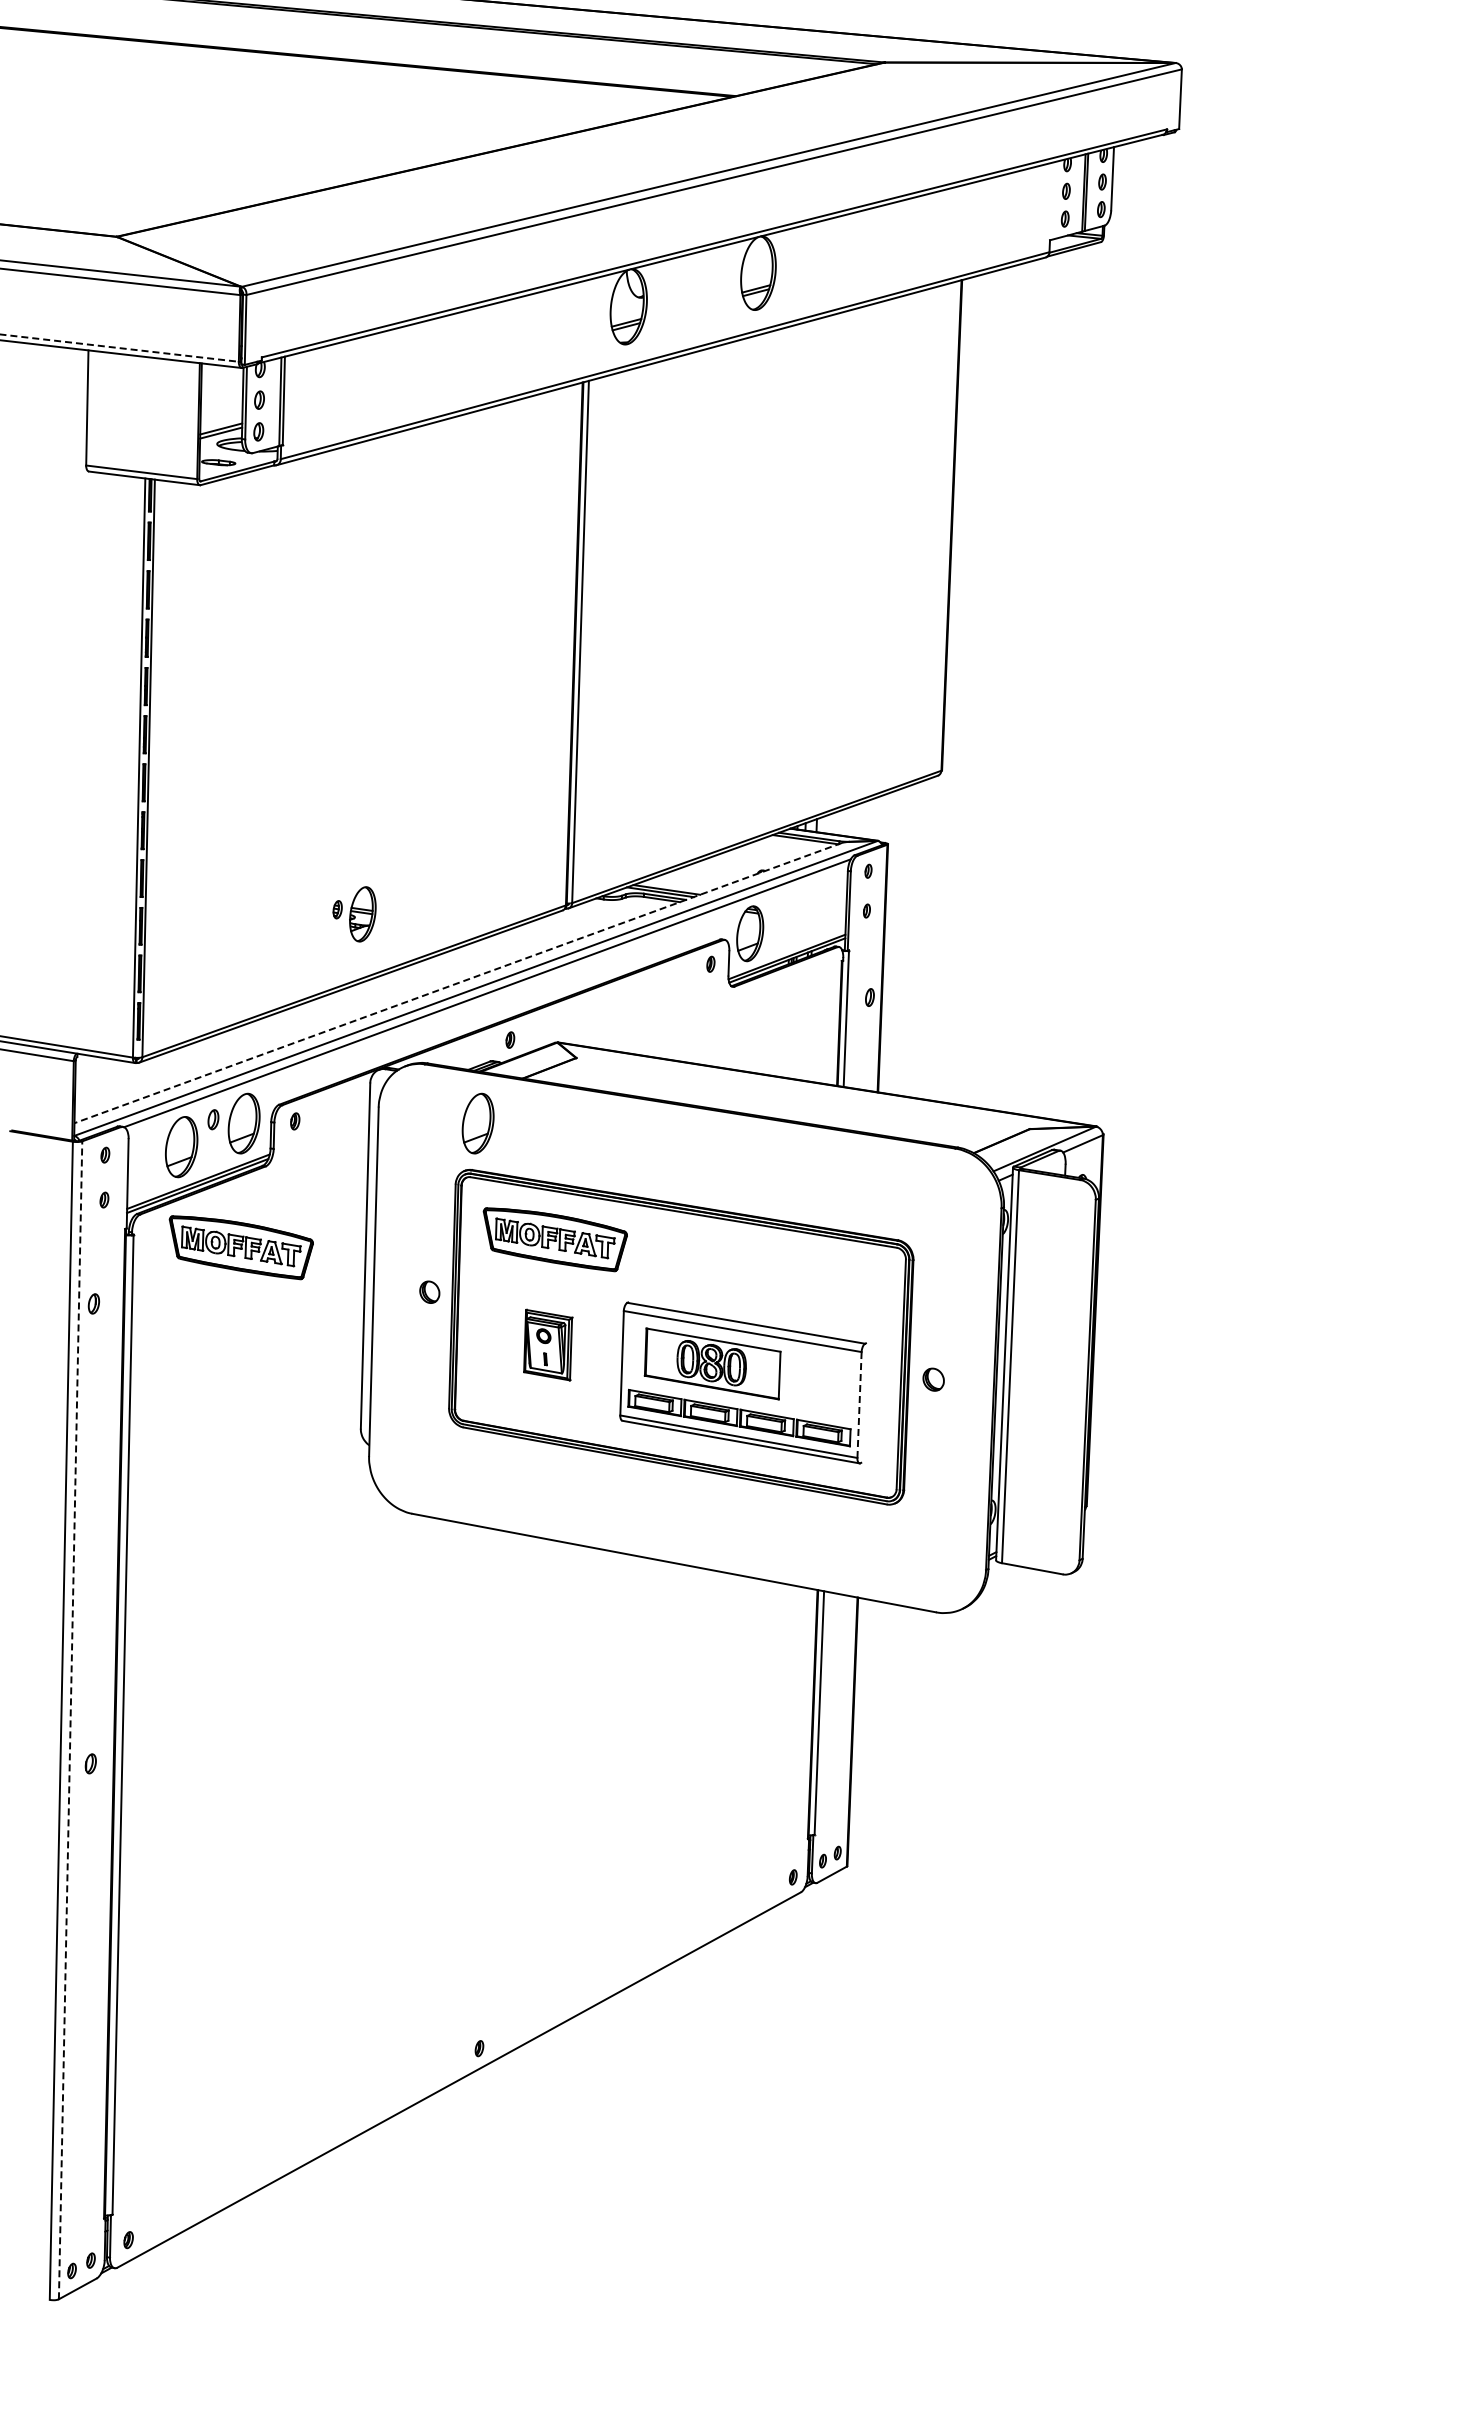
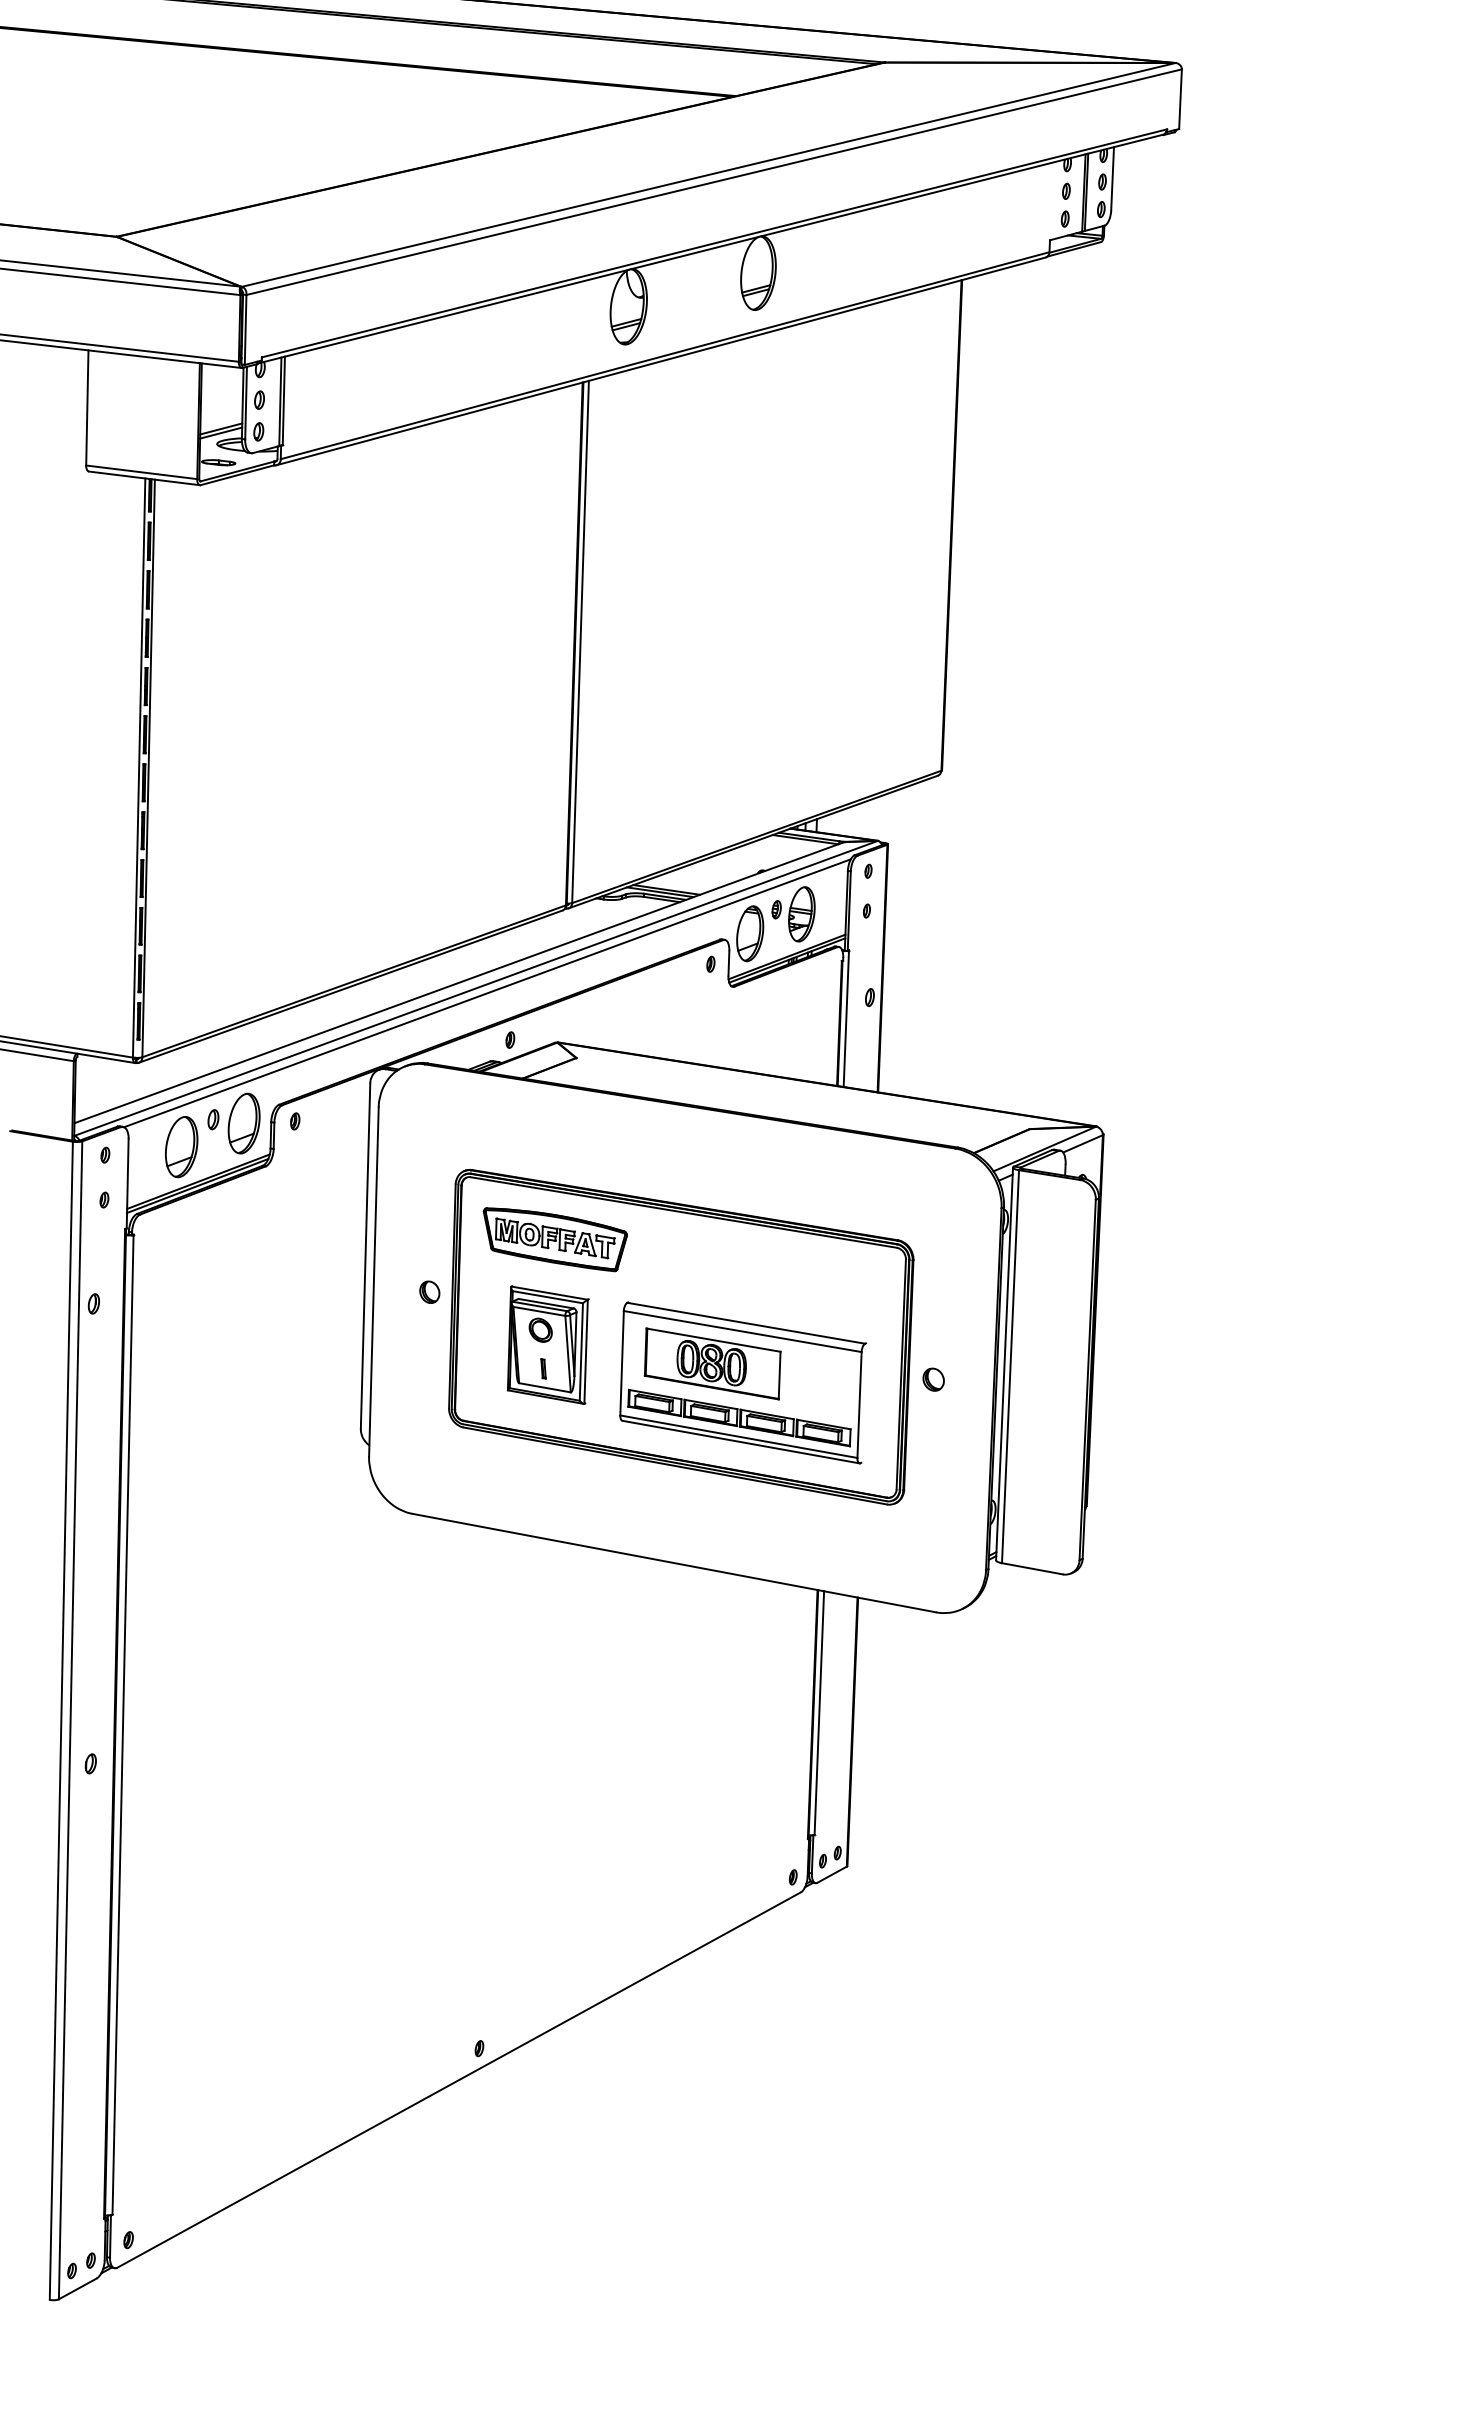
line at (119, 348): dashed -> solid
part at (354, 914) position: (354, 914) -> (793, 914)
line at (458, 983): dashed -> solid
part at (477, 1123): present -> none
part at (240, 1247): present -> none
part at (548, 1344) size: 51x74 px -> 83x120 px
line at (859, 1405): dashed -> solid
line at (70, 1719): dashed -> solid
